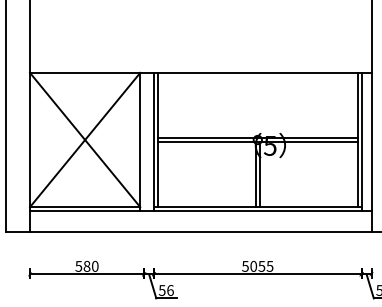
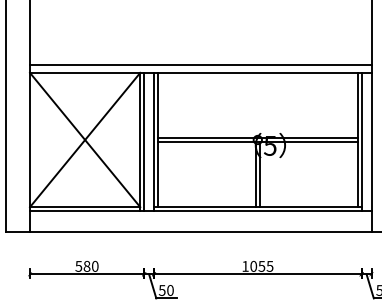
line at (200, 65): none -> present
line at (144, 141): none -> present
text at (245, 266): 5055 -> 1055
text at (170, 290): 56 -> 50
